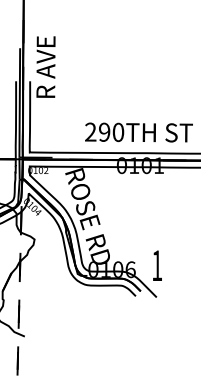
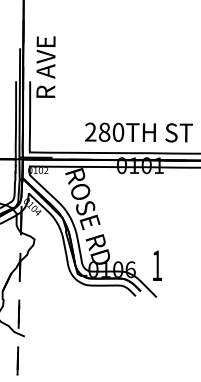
text at (104, 131): 290TH -> 280TH
